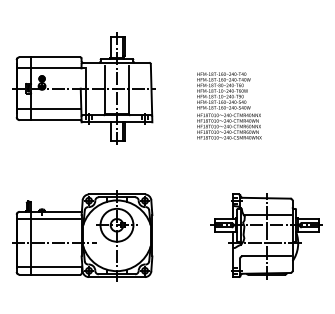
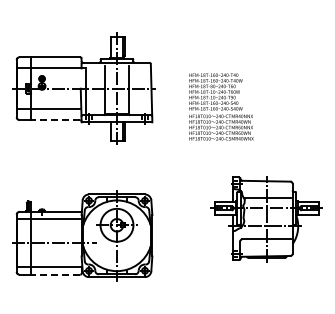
text at (229, 105) position: (229, 105) -> (221, 106)
line at (55, 120): solid -> dashed
part at (266, 236) position: (266, 236) -> (266, 219)
line at (55, 274): solid -> dashed
